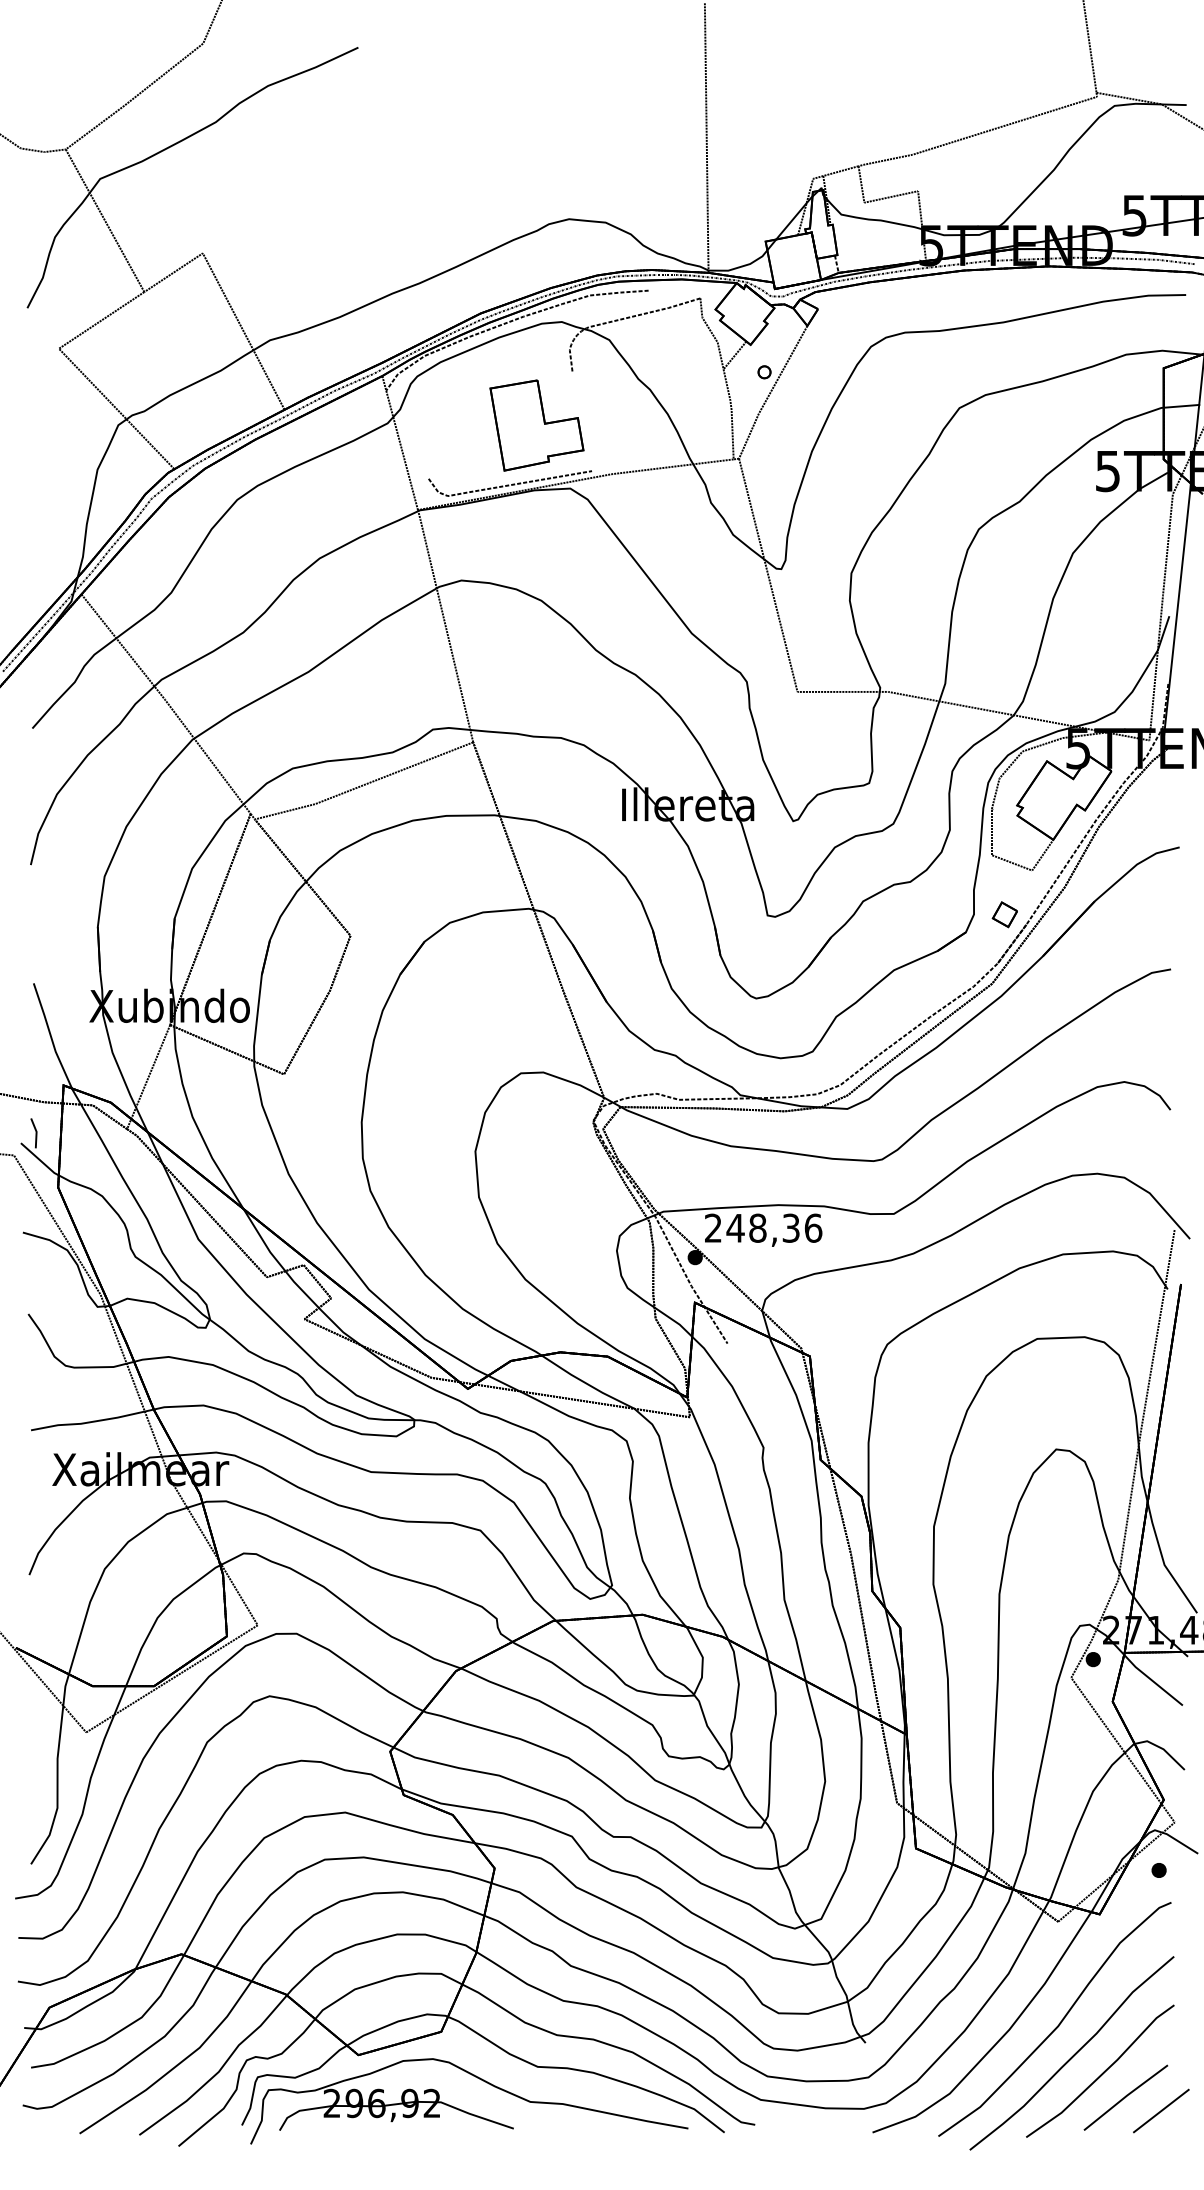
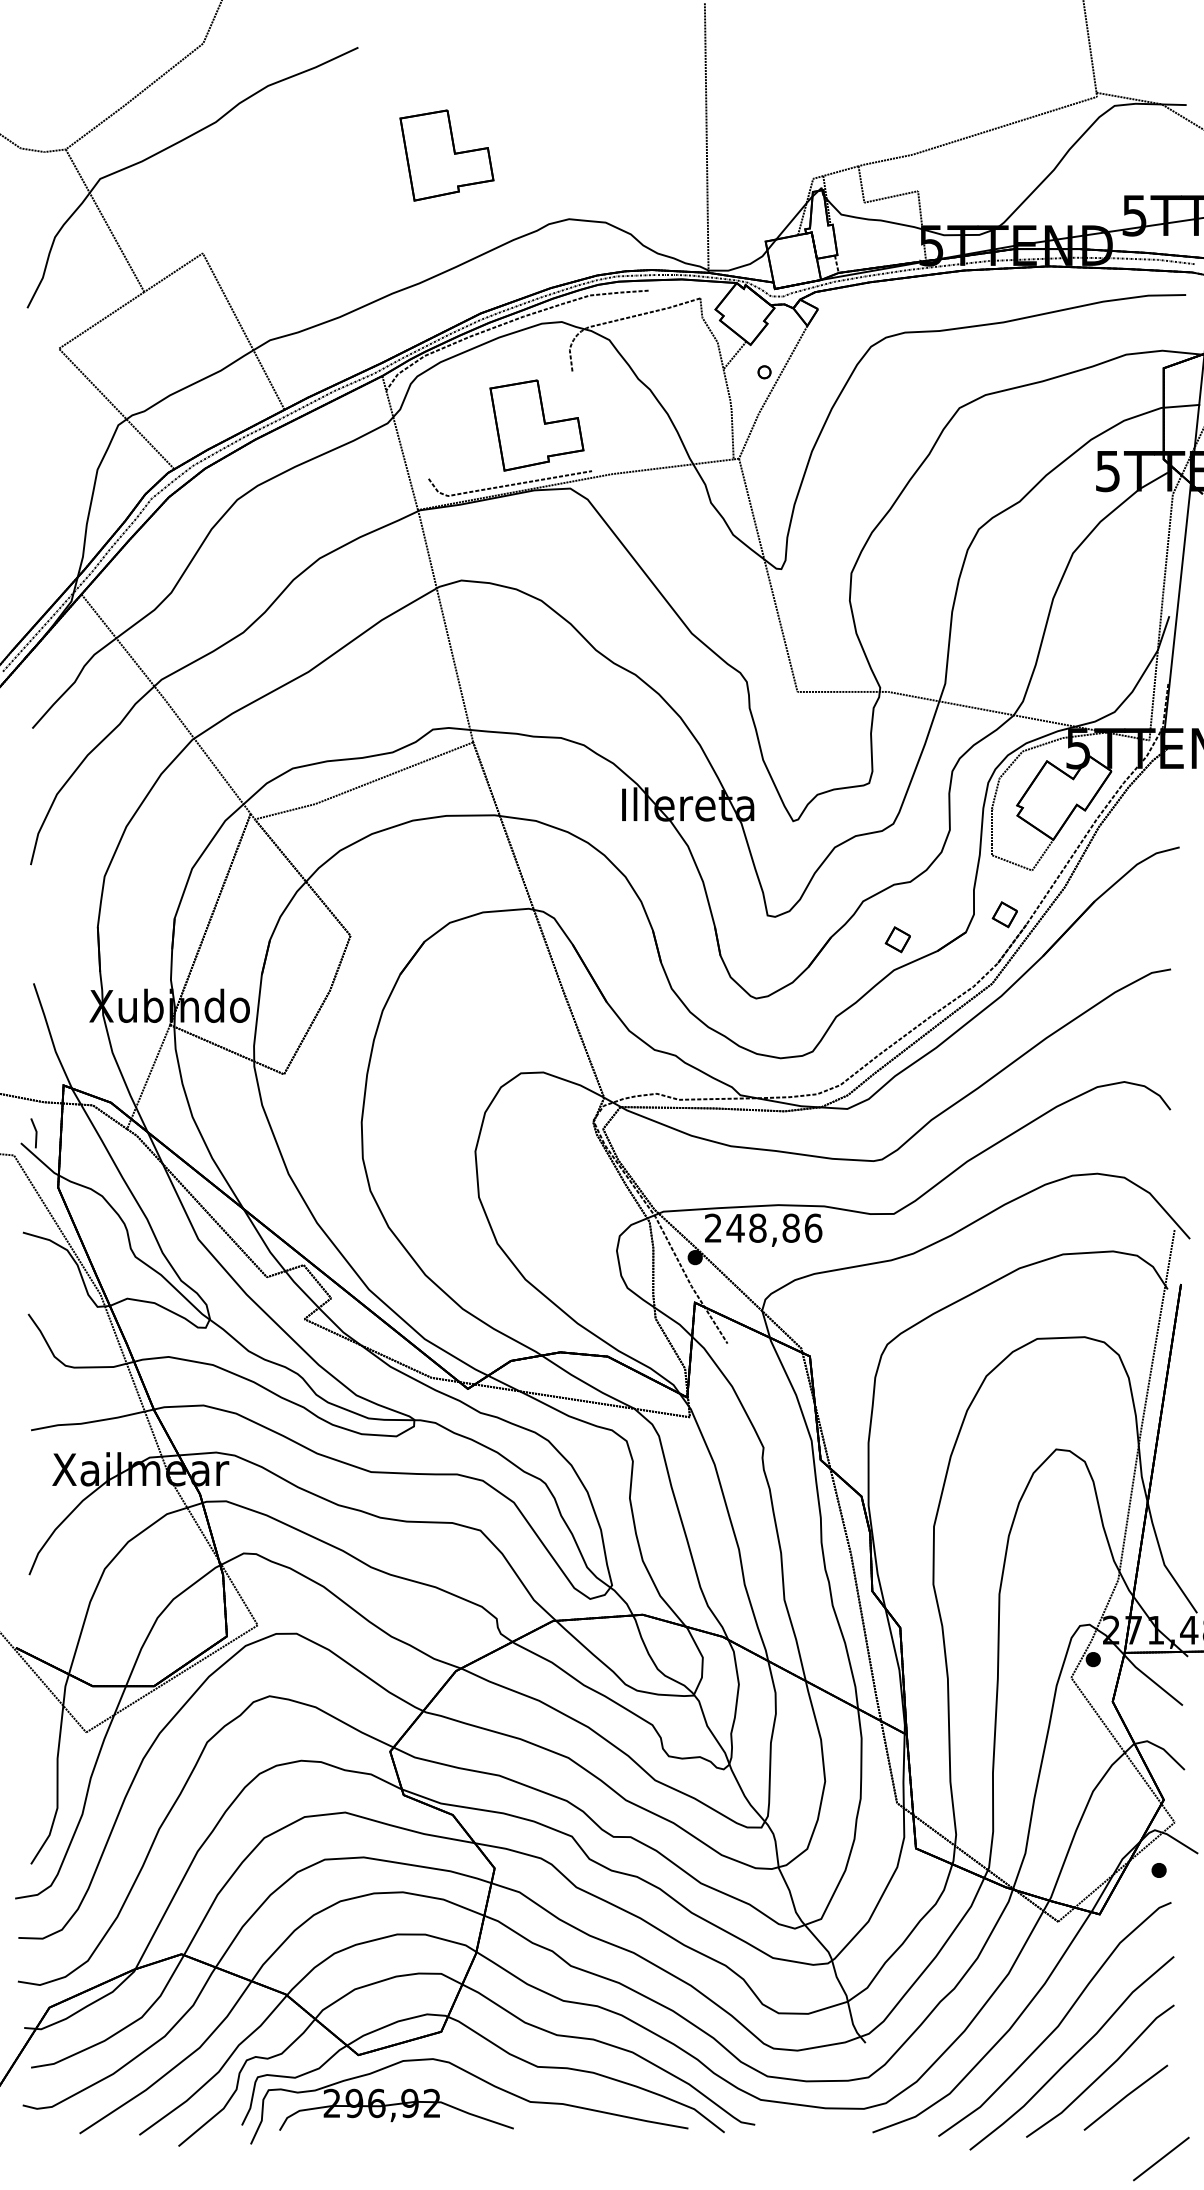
part at (446, 155): none -> present
part at (897, 939): none -> present
text at (790, 1227): 248,36 -> 248,86
line at (1161, 2110) position: (1161, 2110) -> (1161, 2158)
